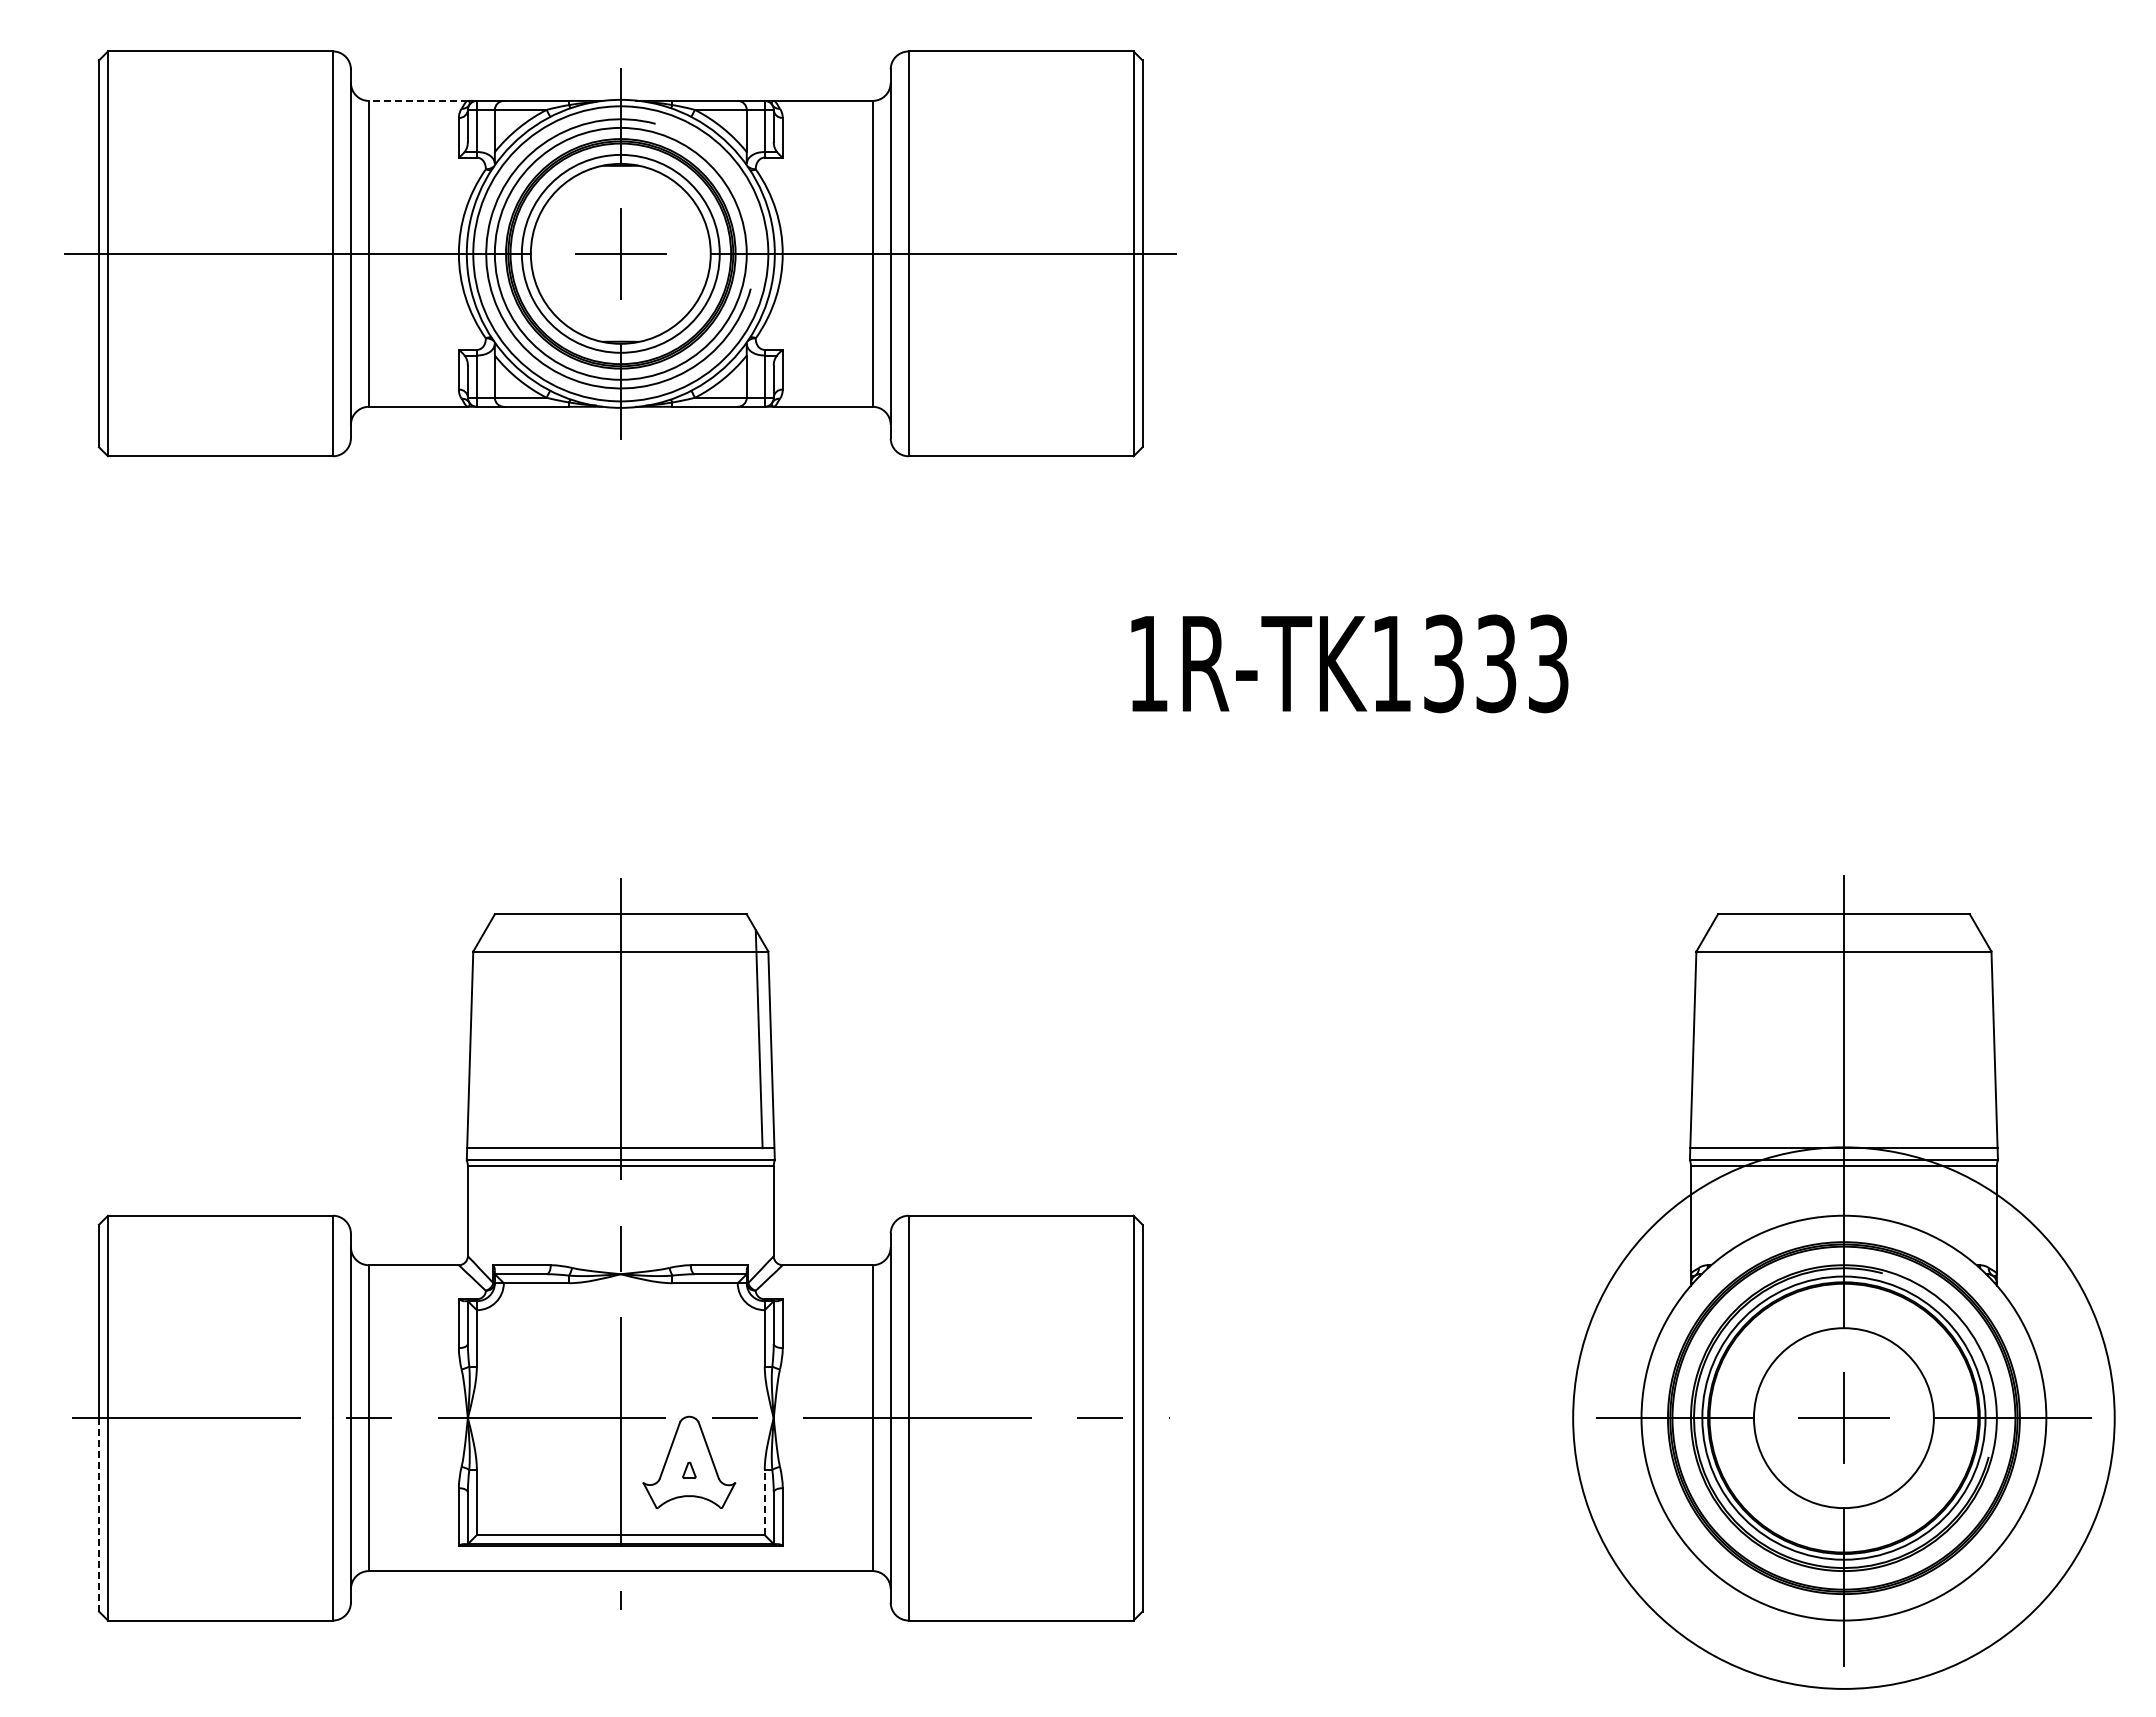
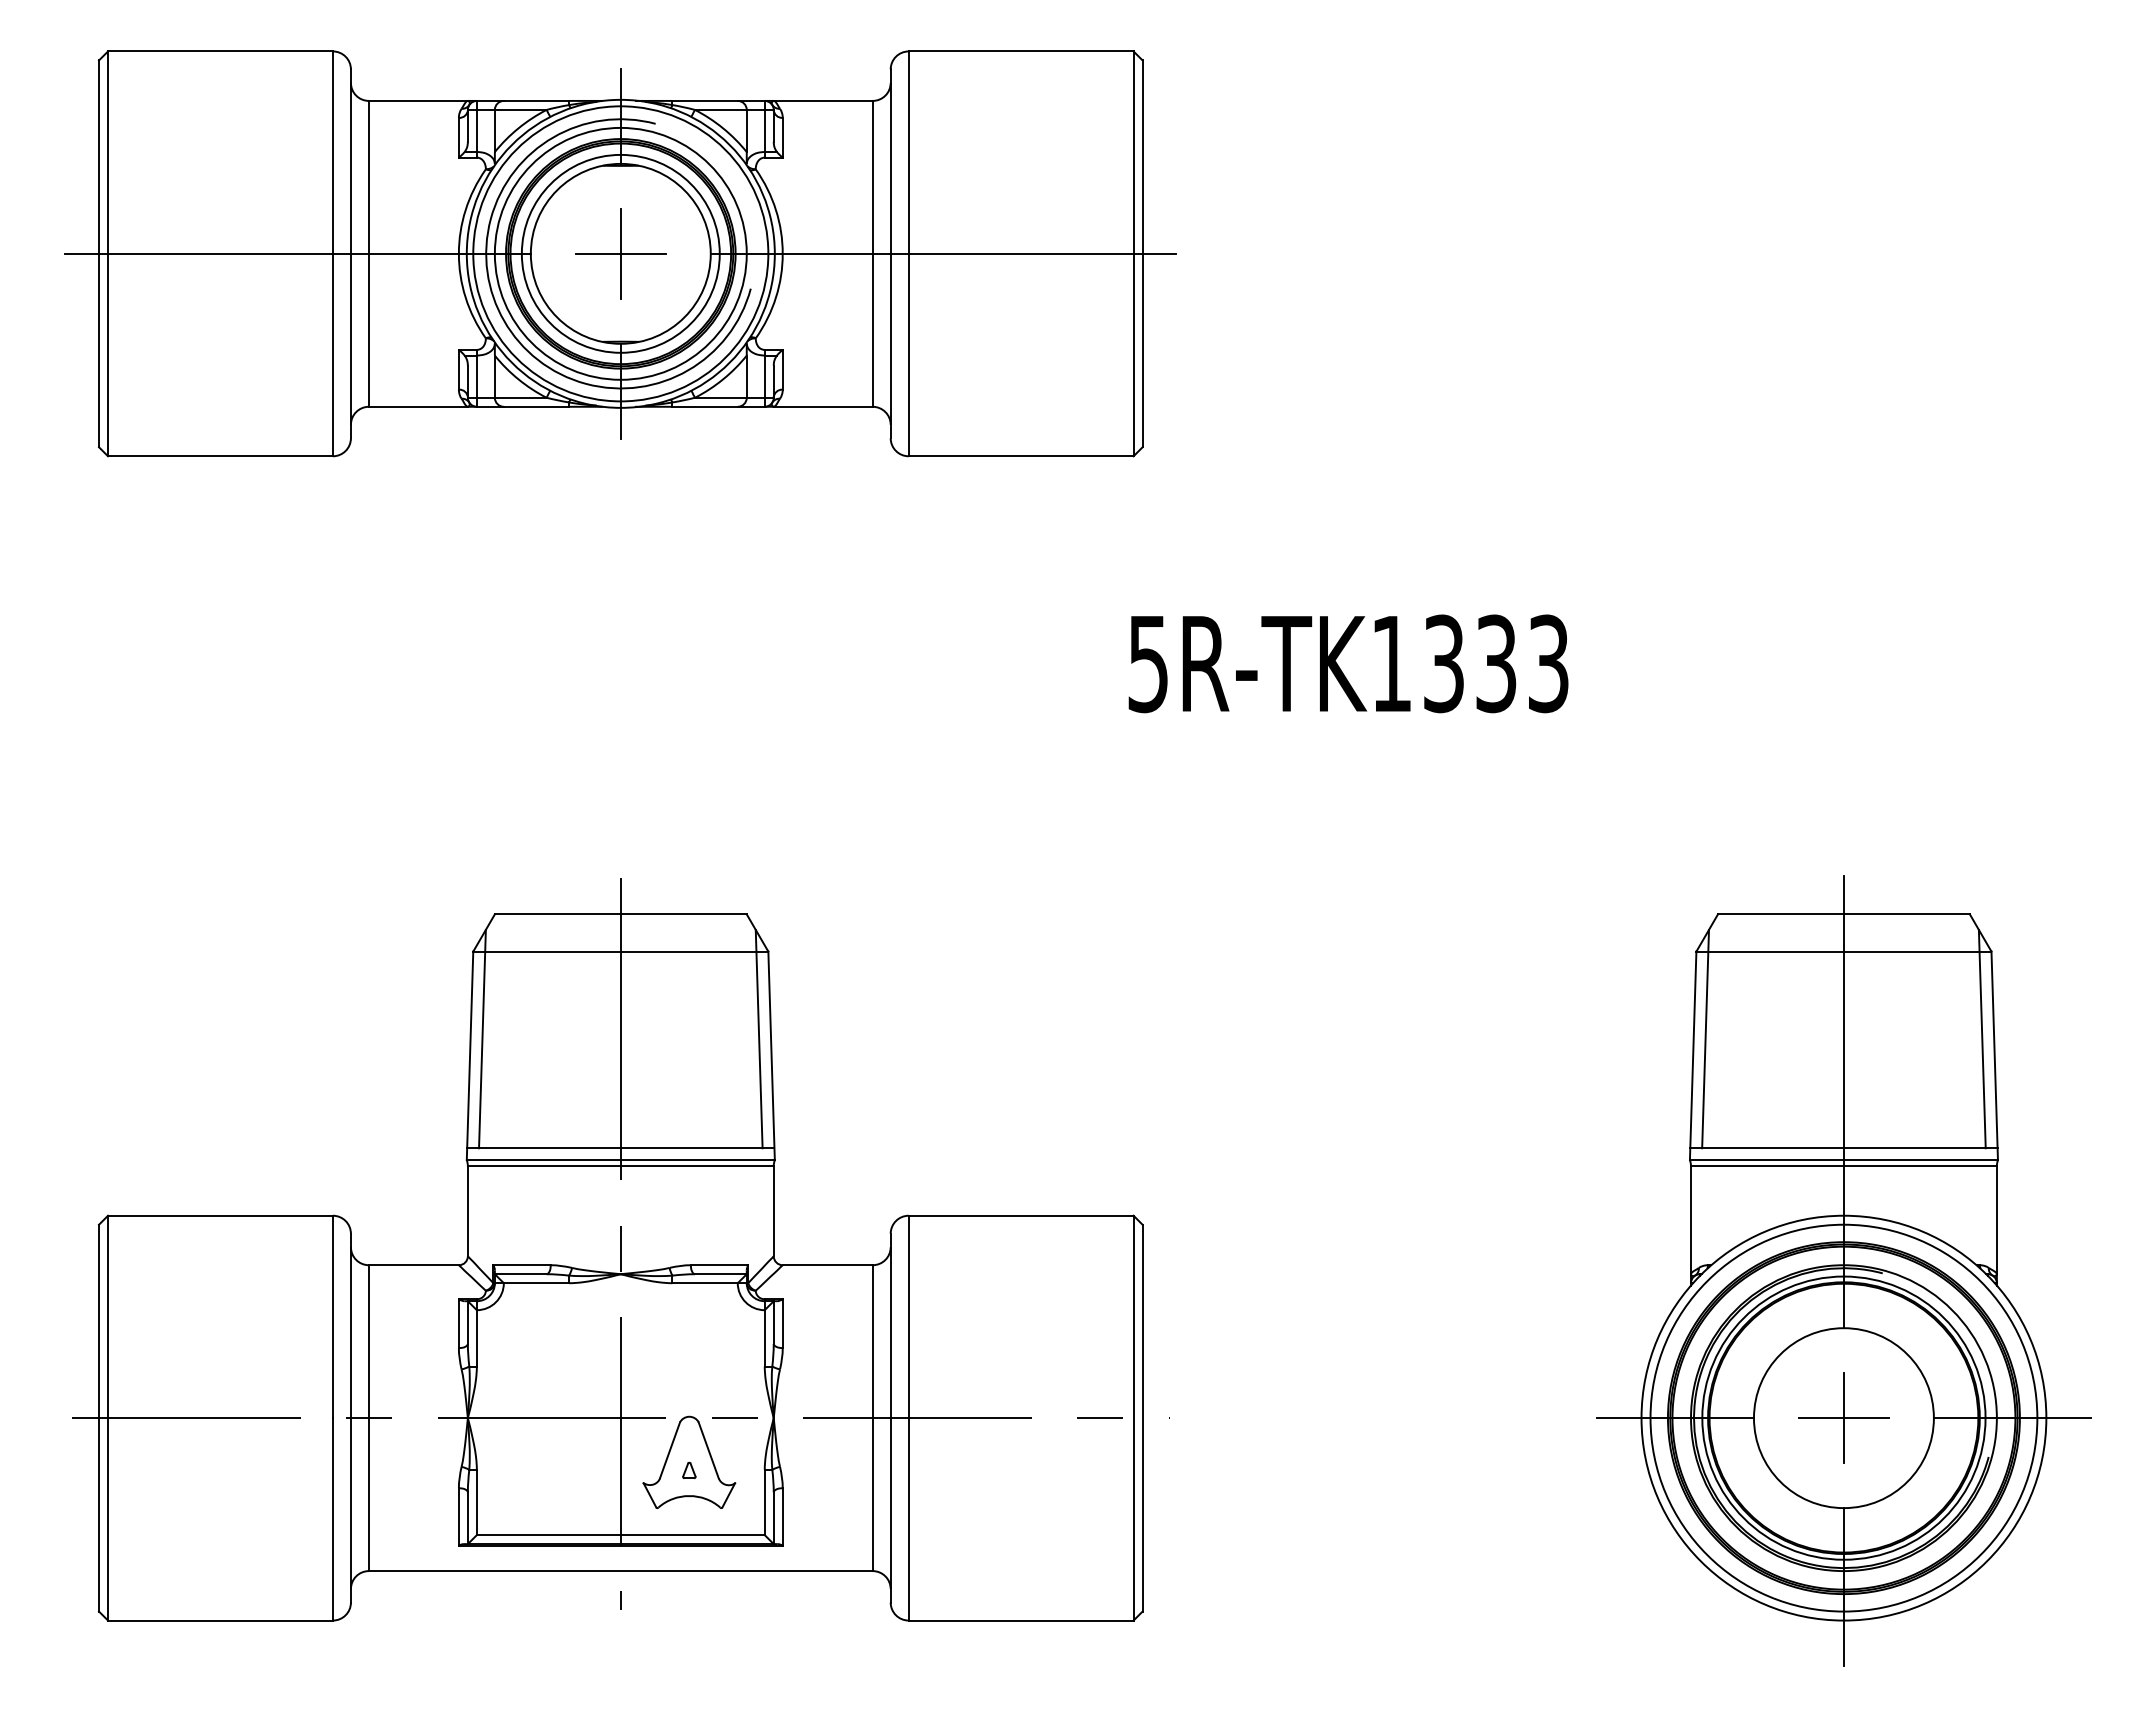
line at (417, 100): dashed -> solid
text at (1147, 664): 1R-TK1333 -> 5R-TK1333
line at (482, 1039): none -> present
line at (1705, 1039): none -> present
line at (1981, 1039): none -> present
circle at (1843, 1417) diameter: 542 px -> 387 px
line at (764, 1502): dashed -> solid
line at (99, 1514): dashed -> solid
